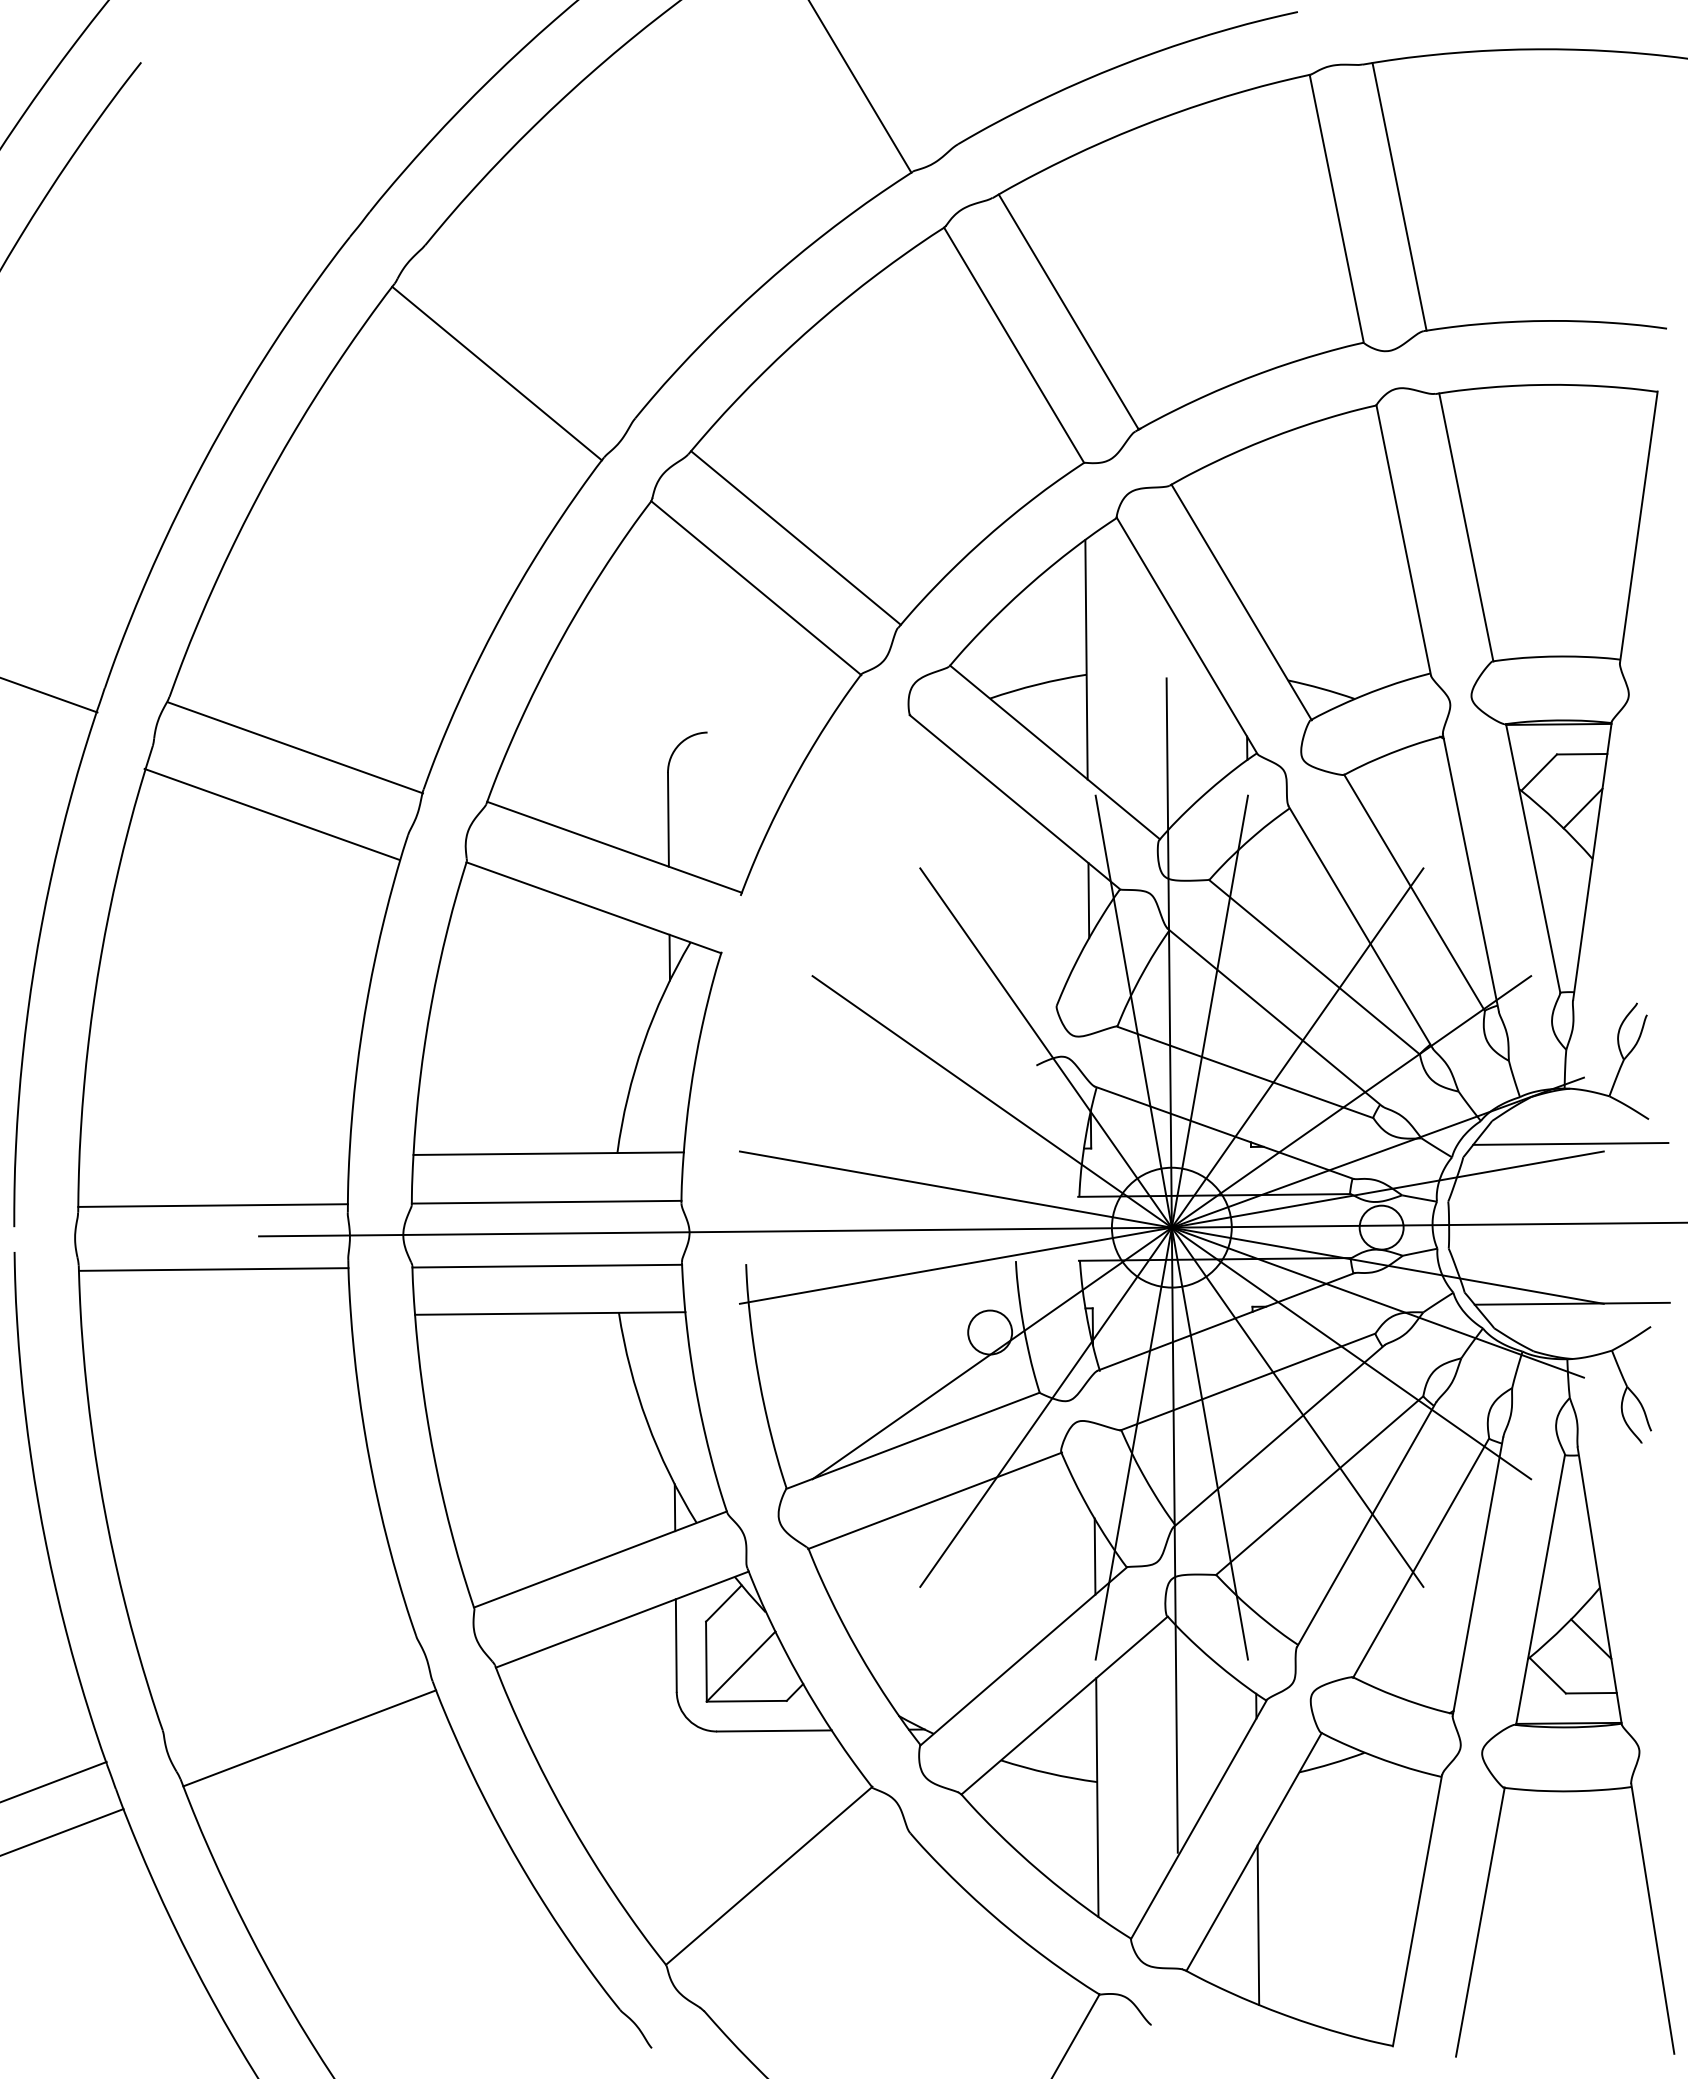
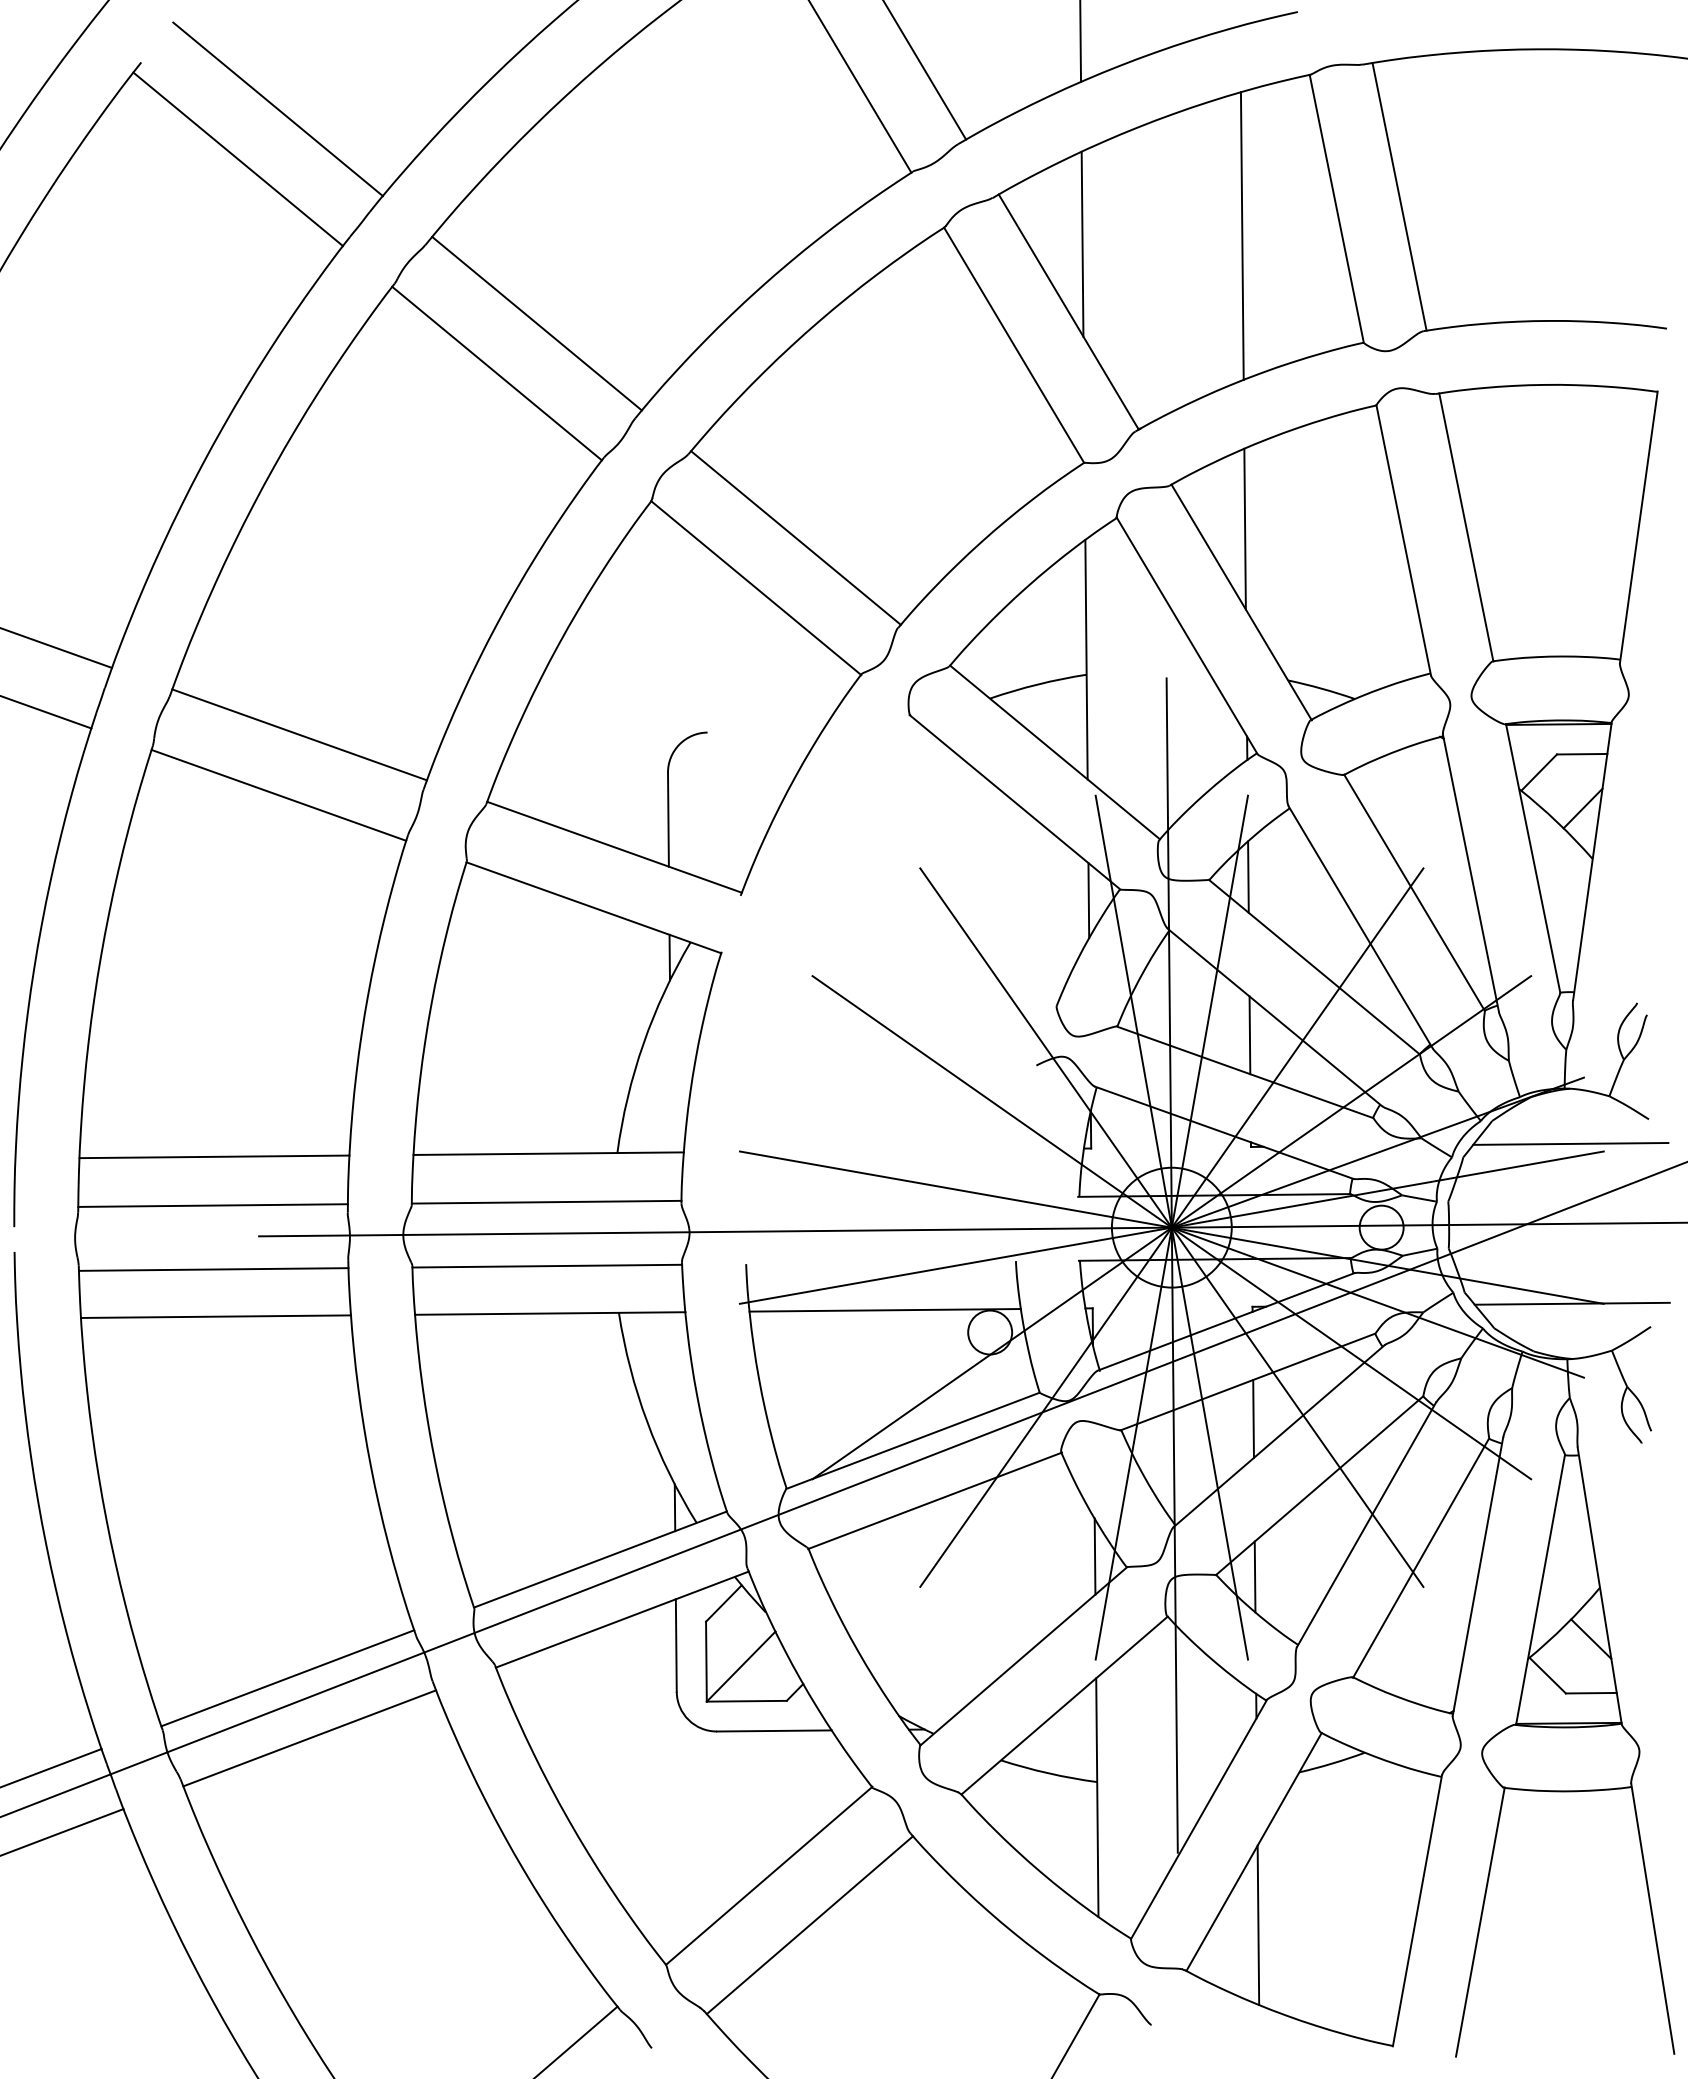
line at (1080, 41): none -> present
line at (925, 70): none -> present
line at (277, 109): none -> present
line at (237, 159): none -> present
line at (1241, 236): none -> present
line at (1082, 243): none -> present
line at (536, 323): none -> present
line at (1244, 528): none -> present
line at (57, 647): none -> present
line at (49, 695) position: (49, 695) -> (46, 712)
line at (295, 747) position: (295, 747) -> (299, 734)
line at (271, 813) position: (271, 813) -> (278, 794)
line at (1248, 876): none -> present
line at (1249, 1035): none -> present
line at (214, 1156): none -> present
line at (885, 1310): none -> present
line at (216, 1316): none -> present
line at (1253, 1418): none -> present
line at (843, 1489): none -> present
line at (1254, 1576): none -> present
line at (287, 1678): none -> present
line at (54, 1781) position: (54, 1781) -> (51, 1767)
line at (809, 1925): none -> present
line at (577, 2040): none -> present
